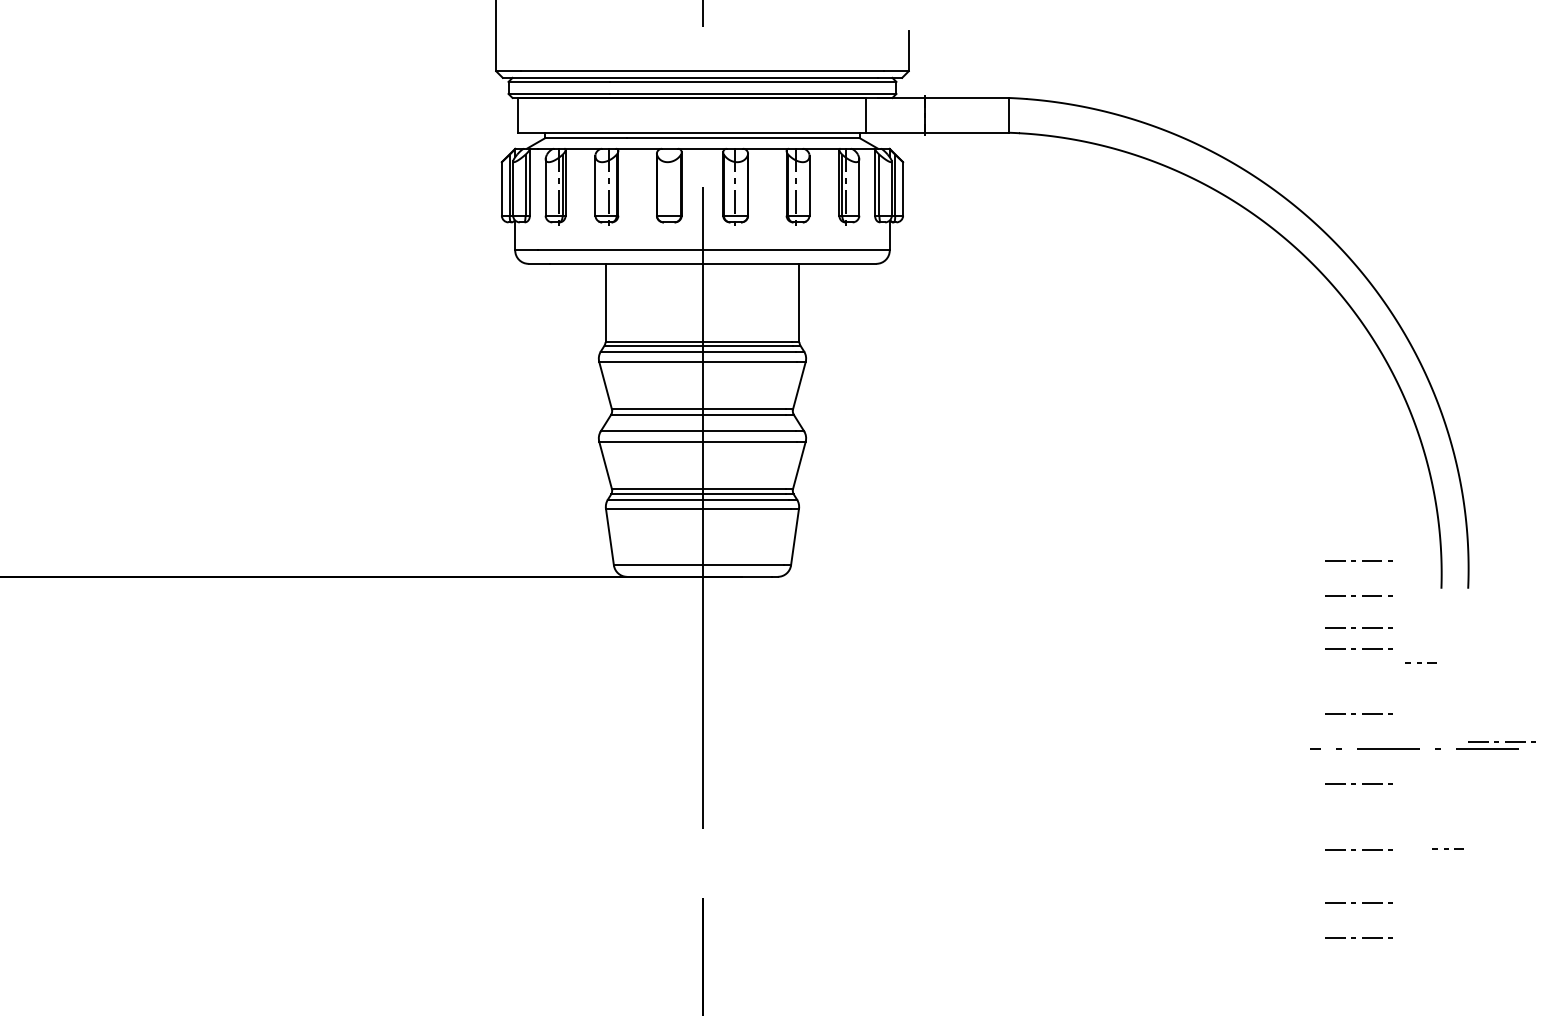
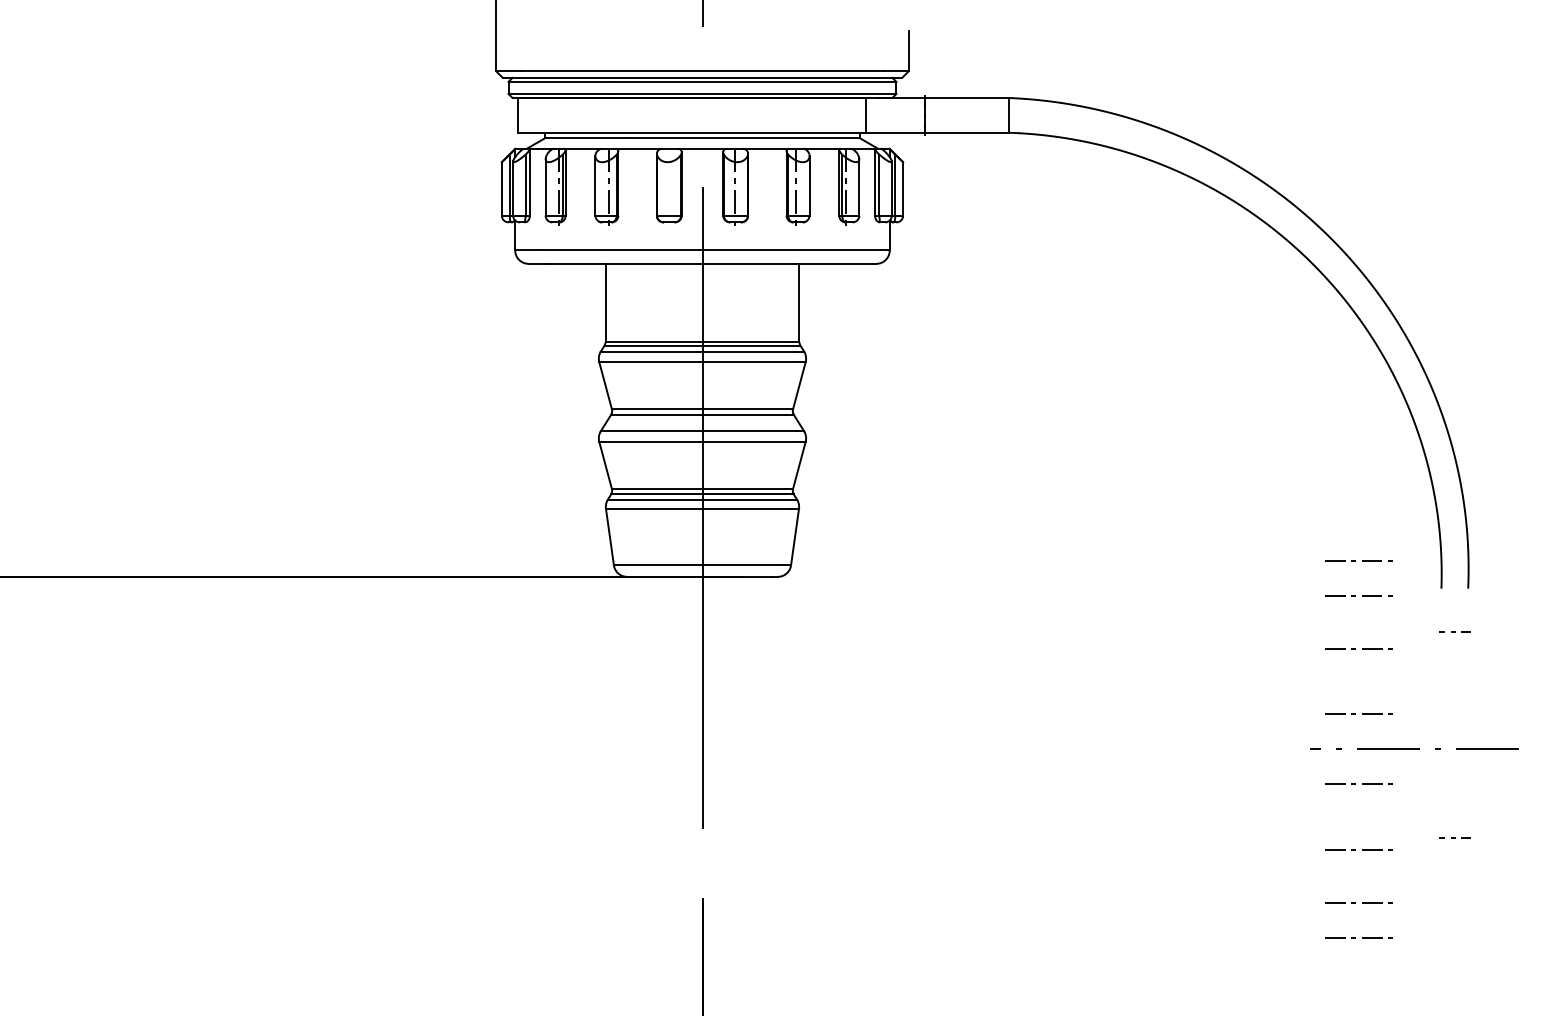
line at (1355, 627): present -> none
line at (1420, 662) position: (1420, 662) -> (1454, 631)
line at (1498, 741): present -> none
line at (1447, 848) position: (1447, 848) -> (1454, 837)
